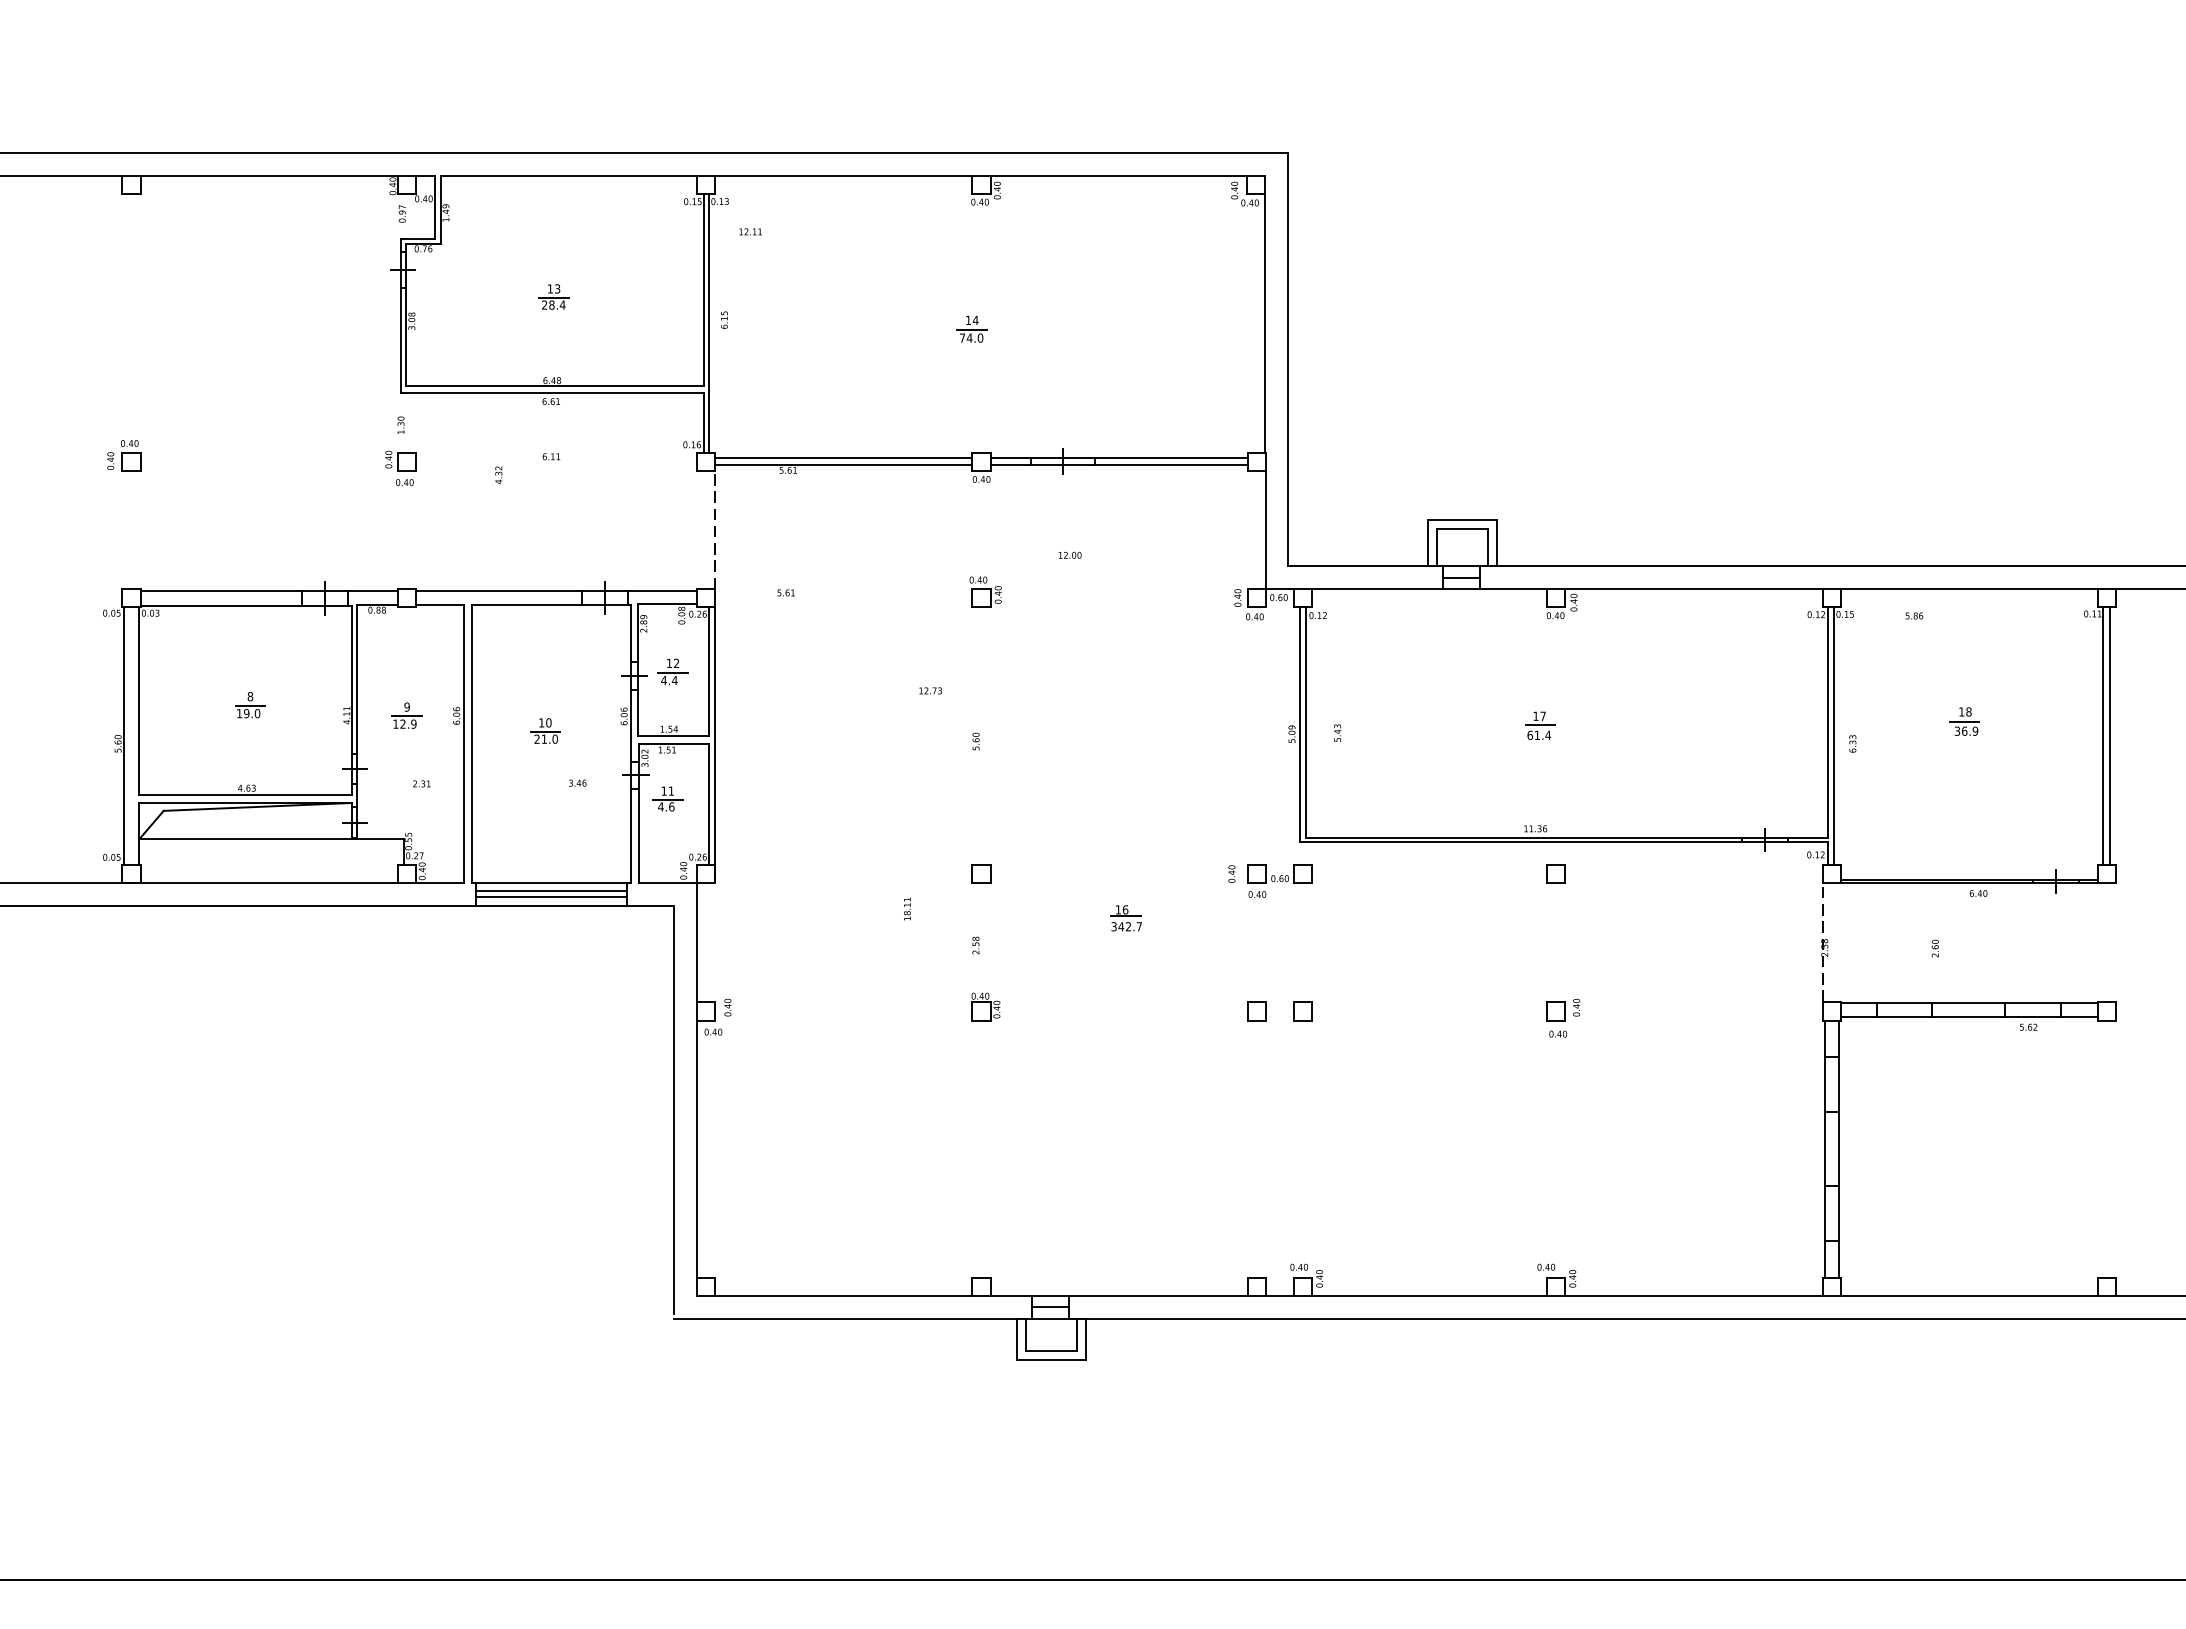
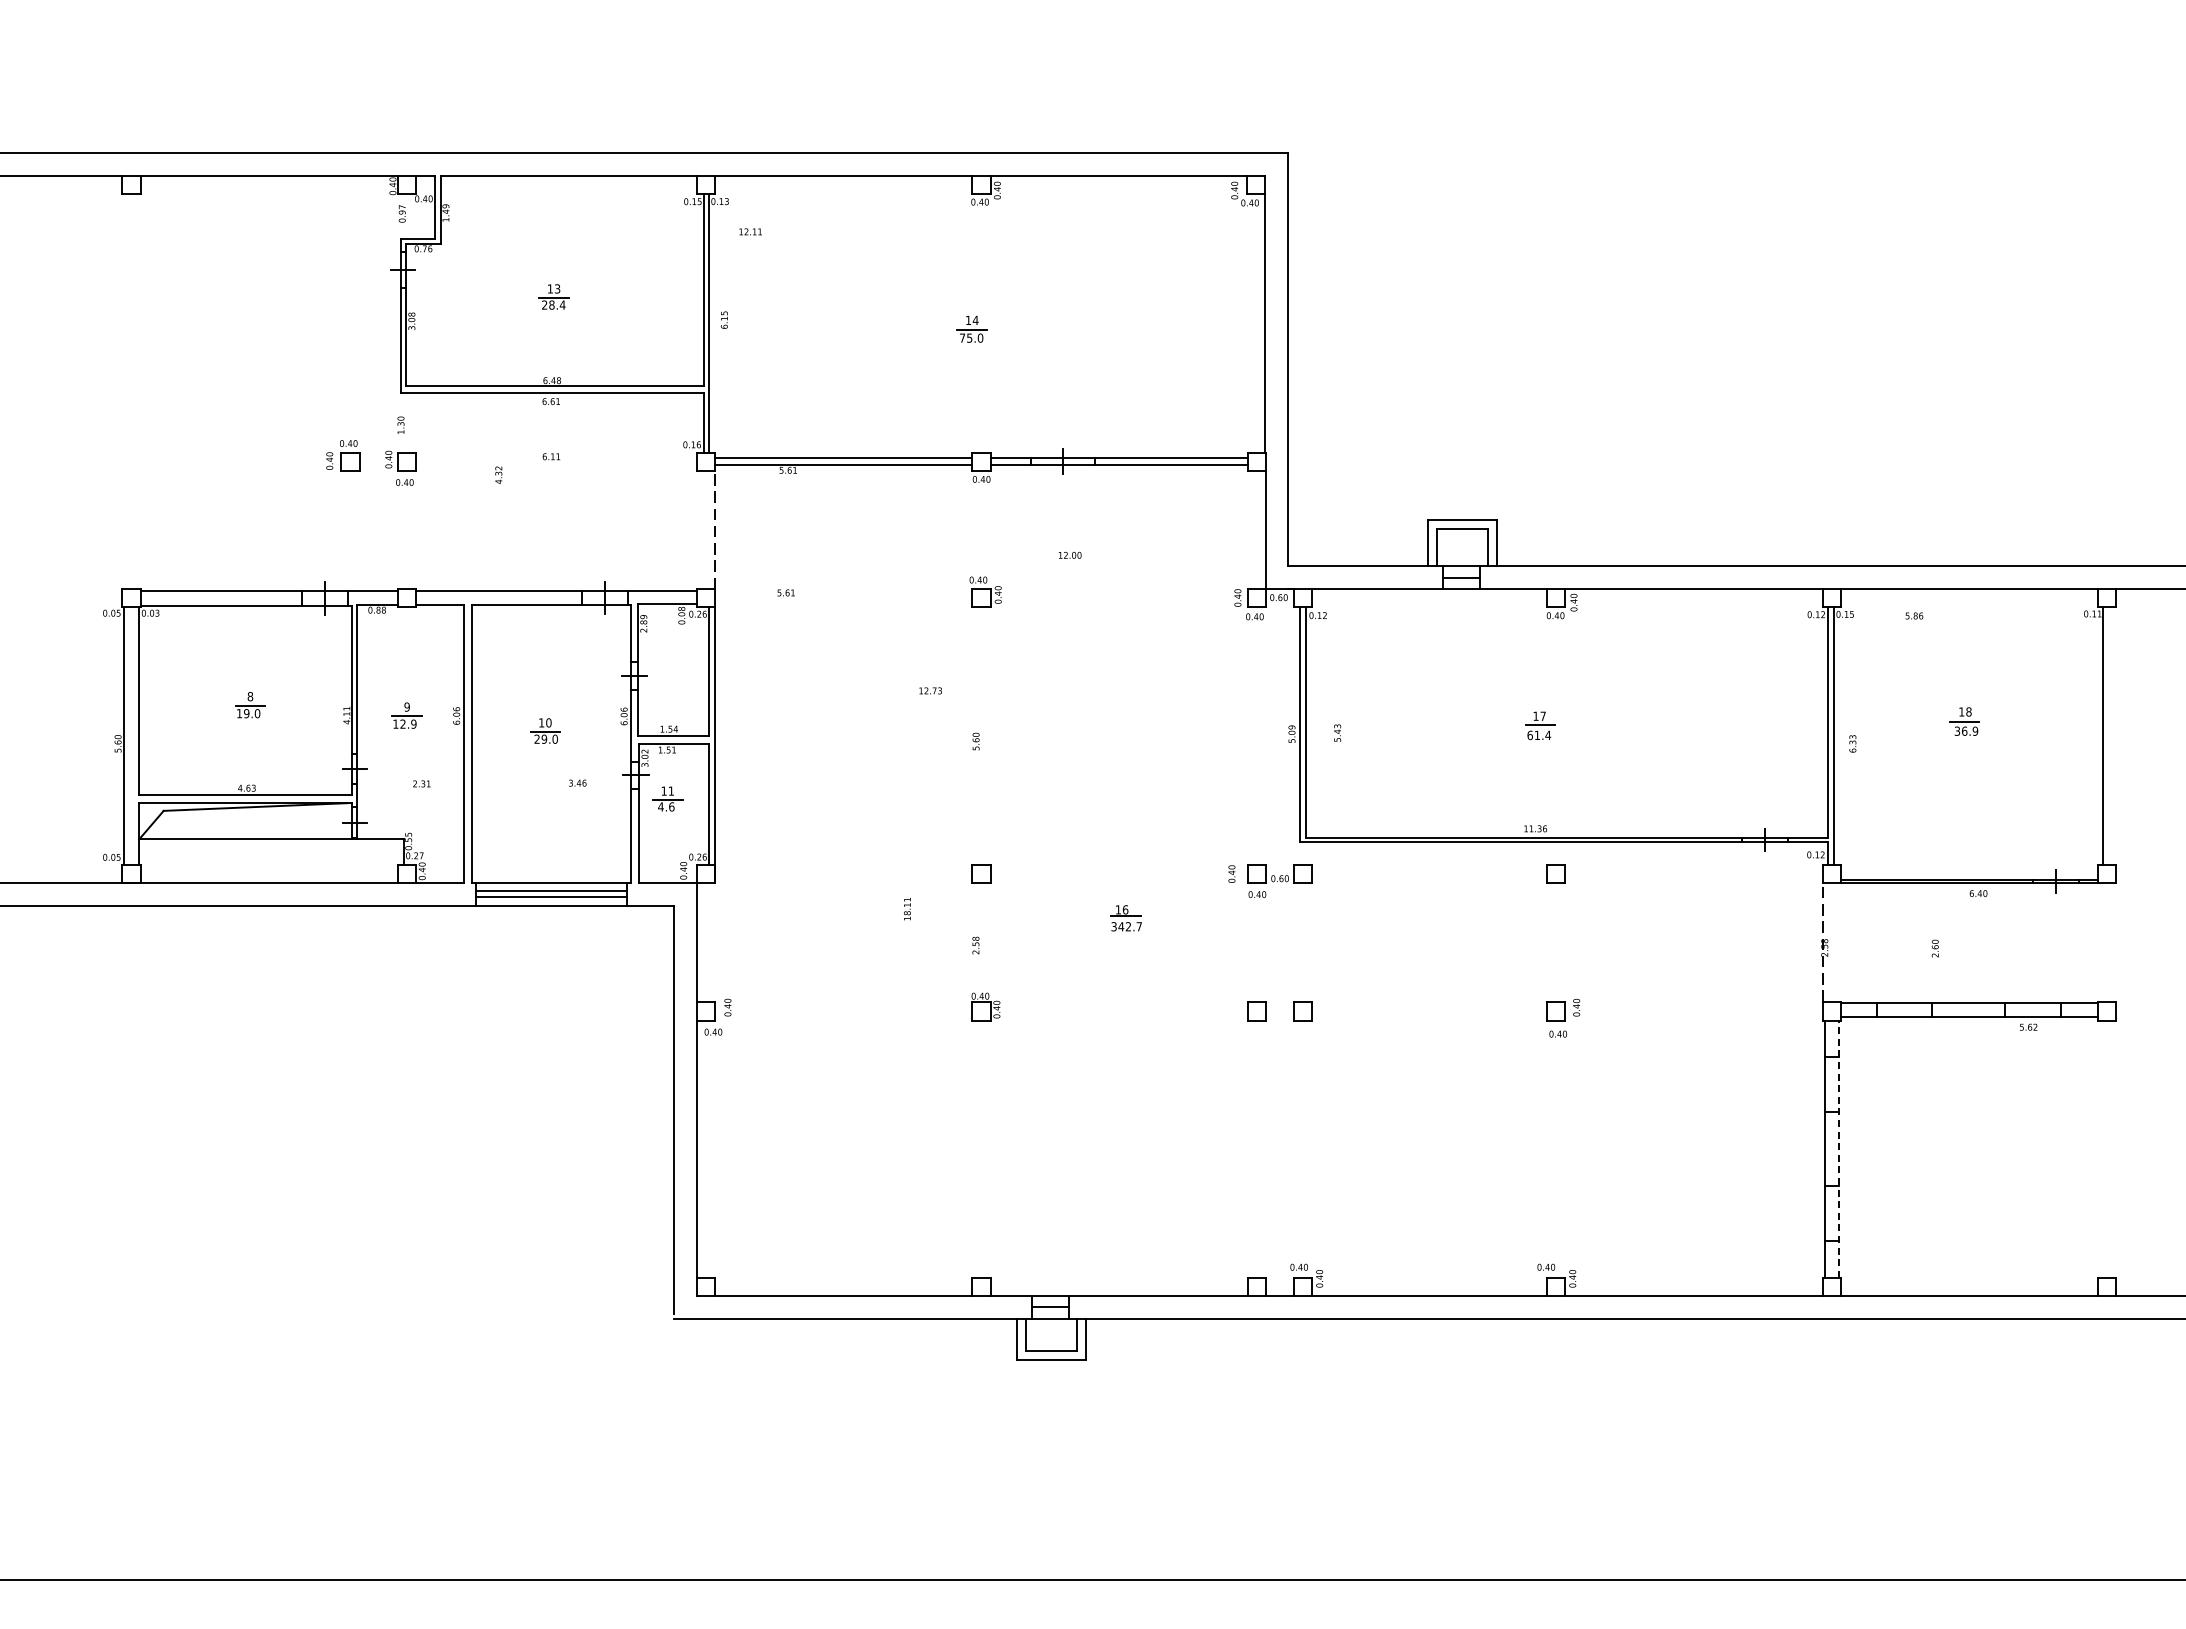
text at (969, 337): 74.0 -> 75.0
part at (124, 455) position: (124, 455) -> (343, 455)
part at (672, 671): present -> none
line at (2110, 735): present -> none
text at (544, 738): 21.0 -> 29.0
line at (1838, 1149): solid -> dashed
